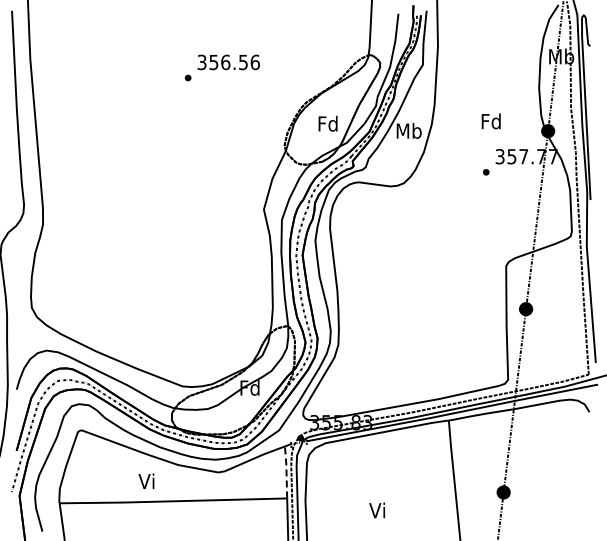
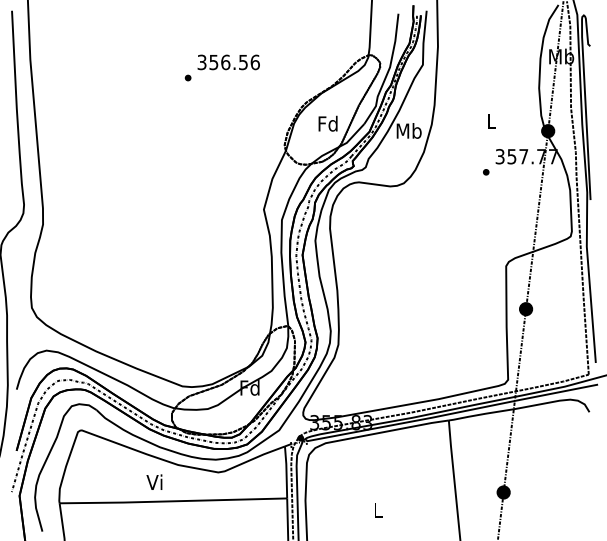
text at (490, 121): Fd -> L
line at (286, 471): dashed -> solid
text at (146, 480) position: (146, 480) -> (154, 481)
text at (377, 510): Vi -> L
